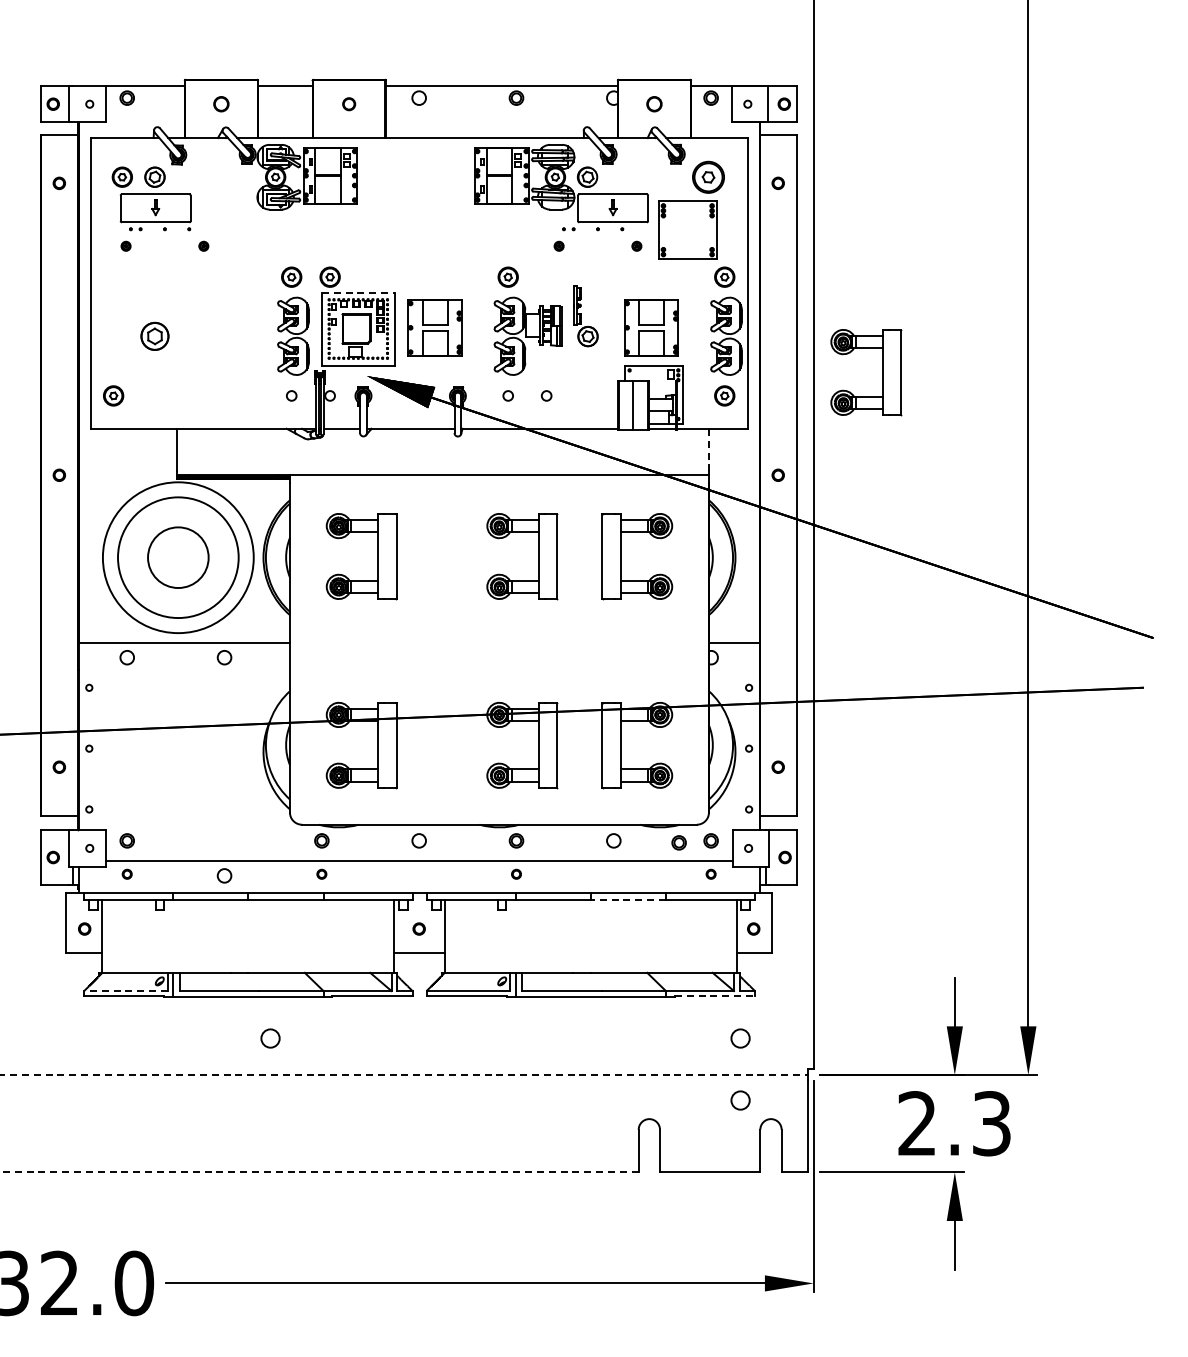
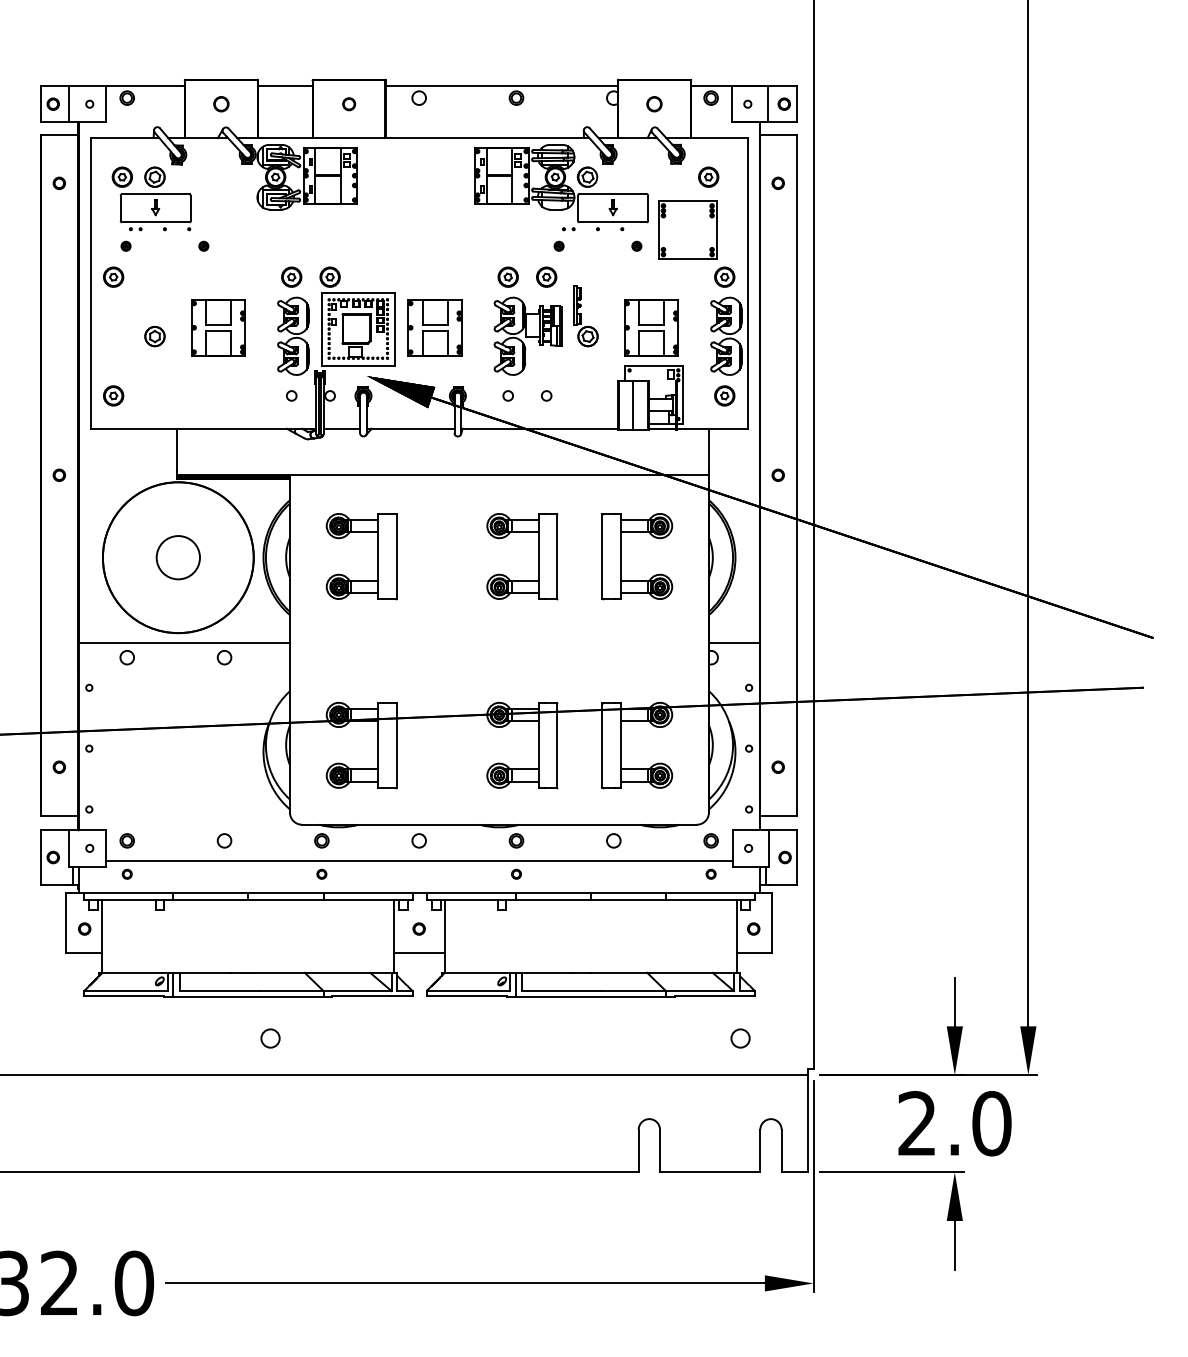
part at (708, 176) size: 33x34 px -> 22x22 px
part at (113, 276): none -> present
part at (546, 276): none -> present
line at (358, 292): dashed -> solid
part at (218, 327): none -> present
part at (154, 335) size: 30x30 px -> 22x22 px
part at (882, 372): present -> none
line at (708, 450): dashed -> solid
circle at (178, 557) diameter: 121 px -> 151 px
circle at (178, 557) diameter: 61 px -> 43 px
circle at (678, 842): present -> none
circle at (224, 875) position: (224, 875) -> (224, 840)
line at (628, 899): dashed -> solid
line at (126, 991): dashed -> solid
line at (715, 996): dashed -> solid
line at (403, 1075): dashed -> solid
circle at (740, 1100): present -> none
text at (991, 1123): 2.3 -> 2.0
line at (318, 1172): dashed -> solid
